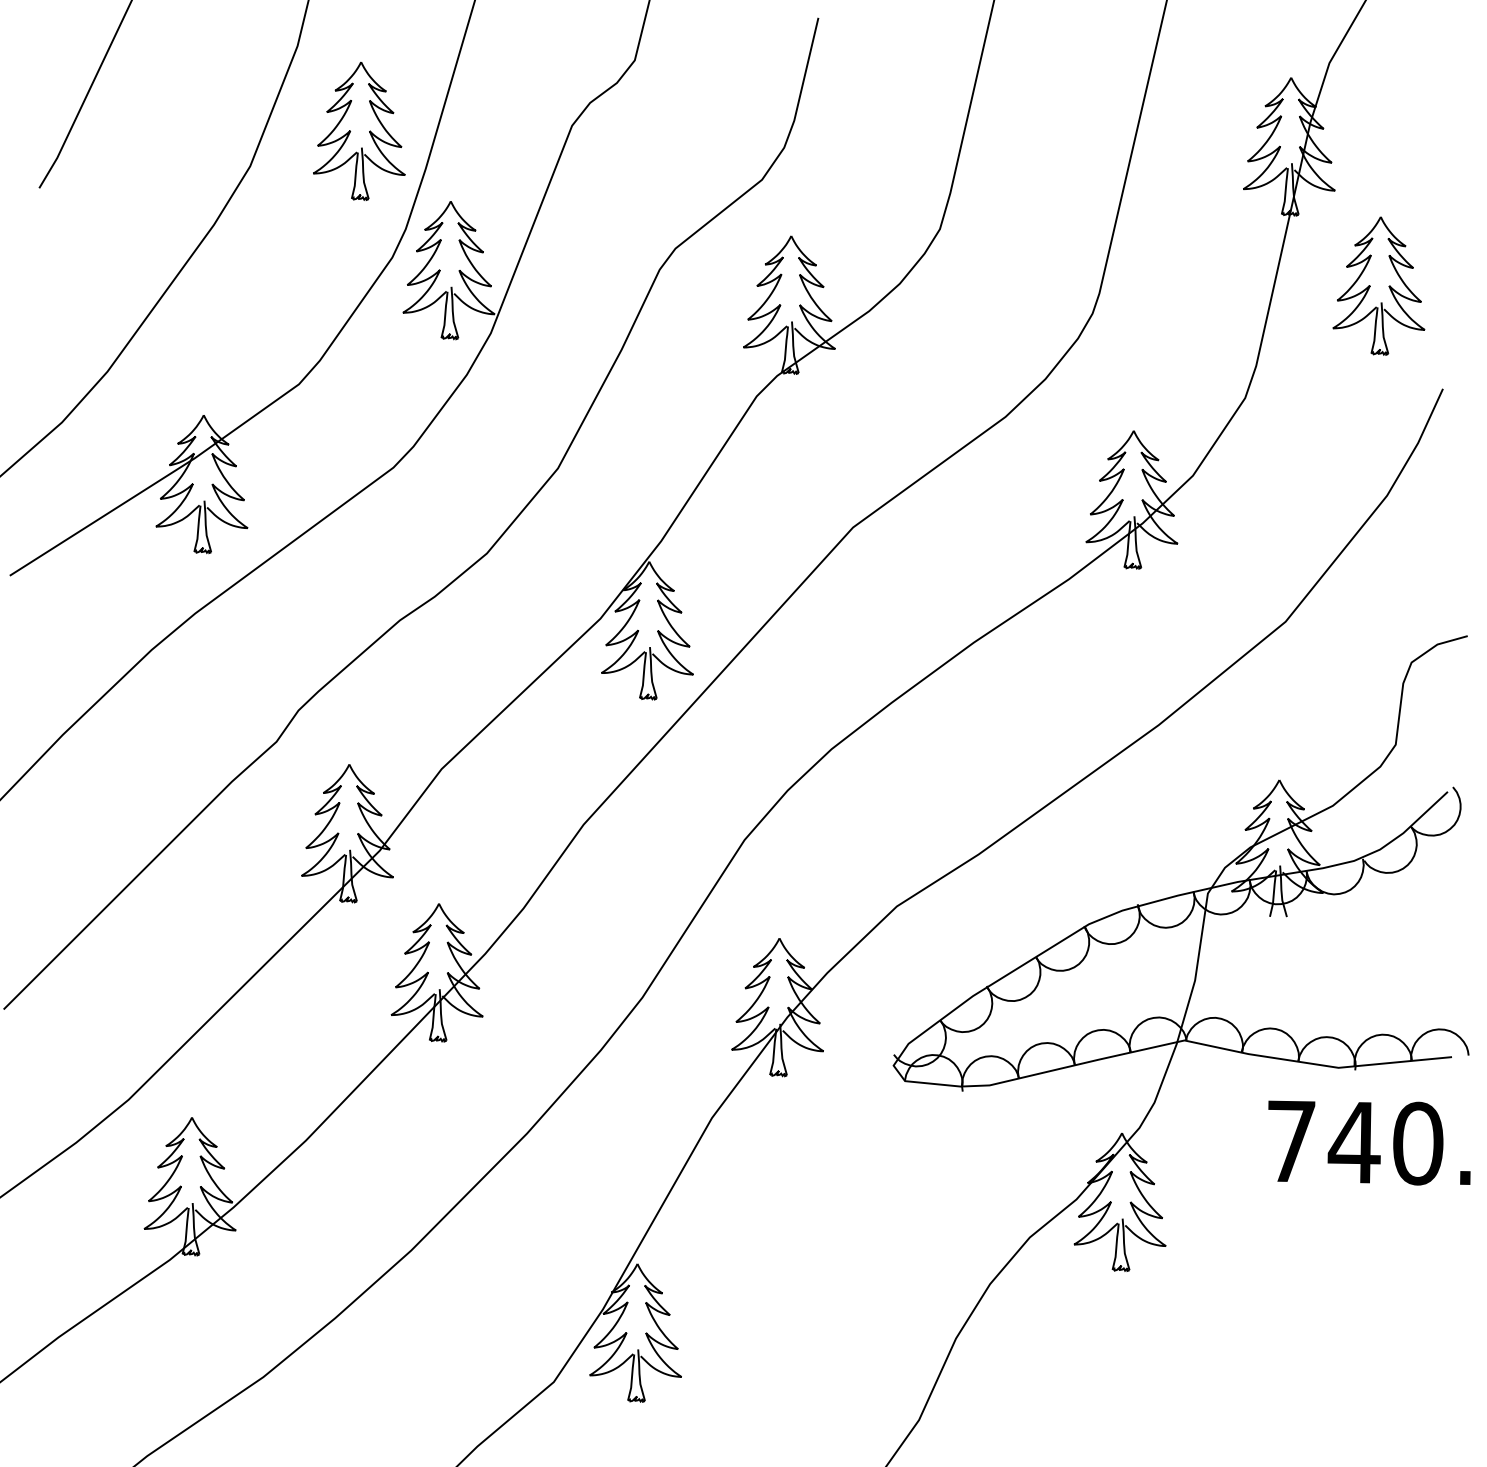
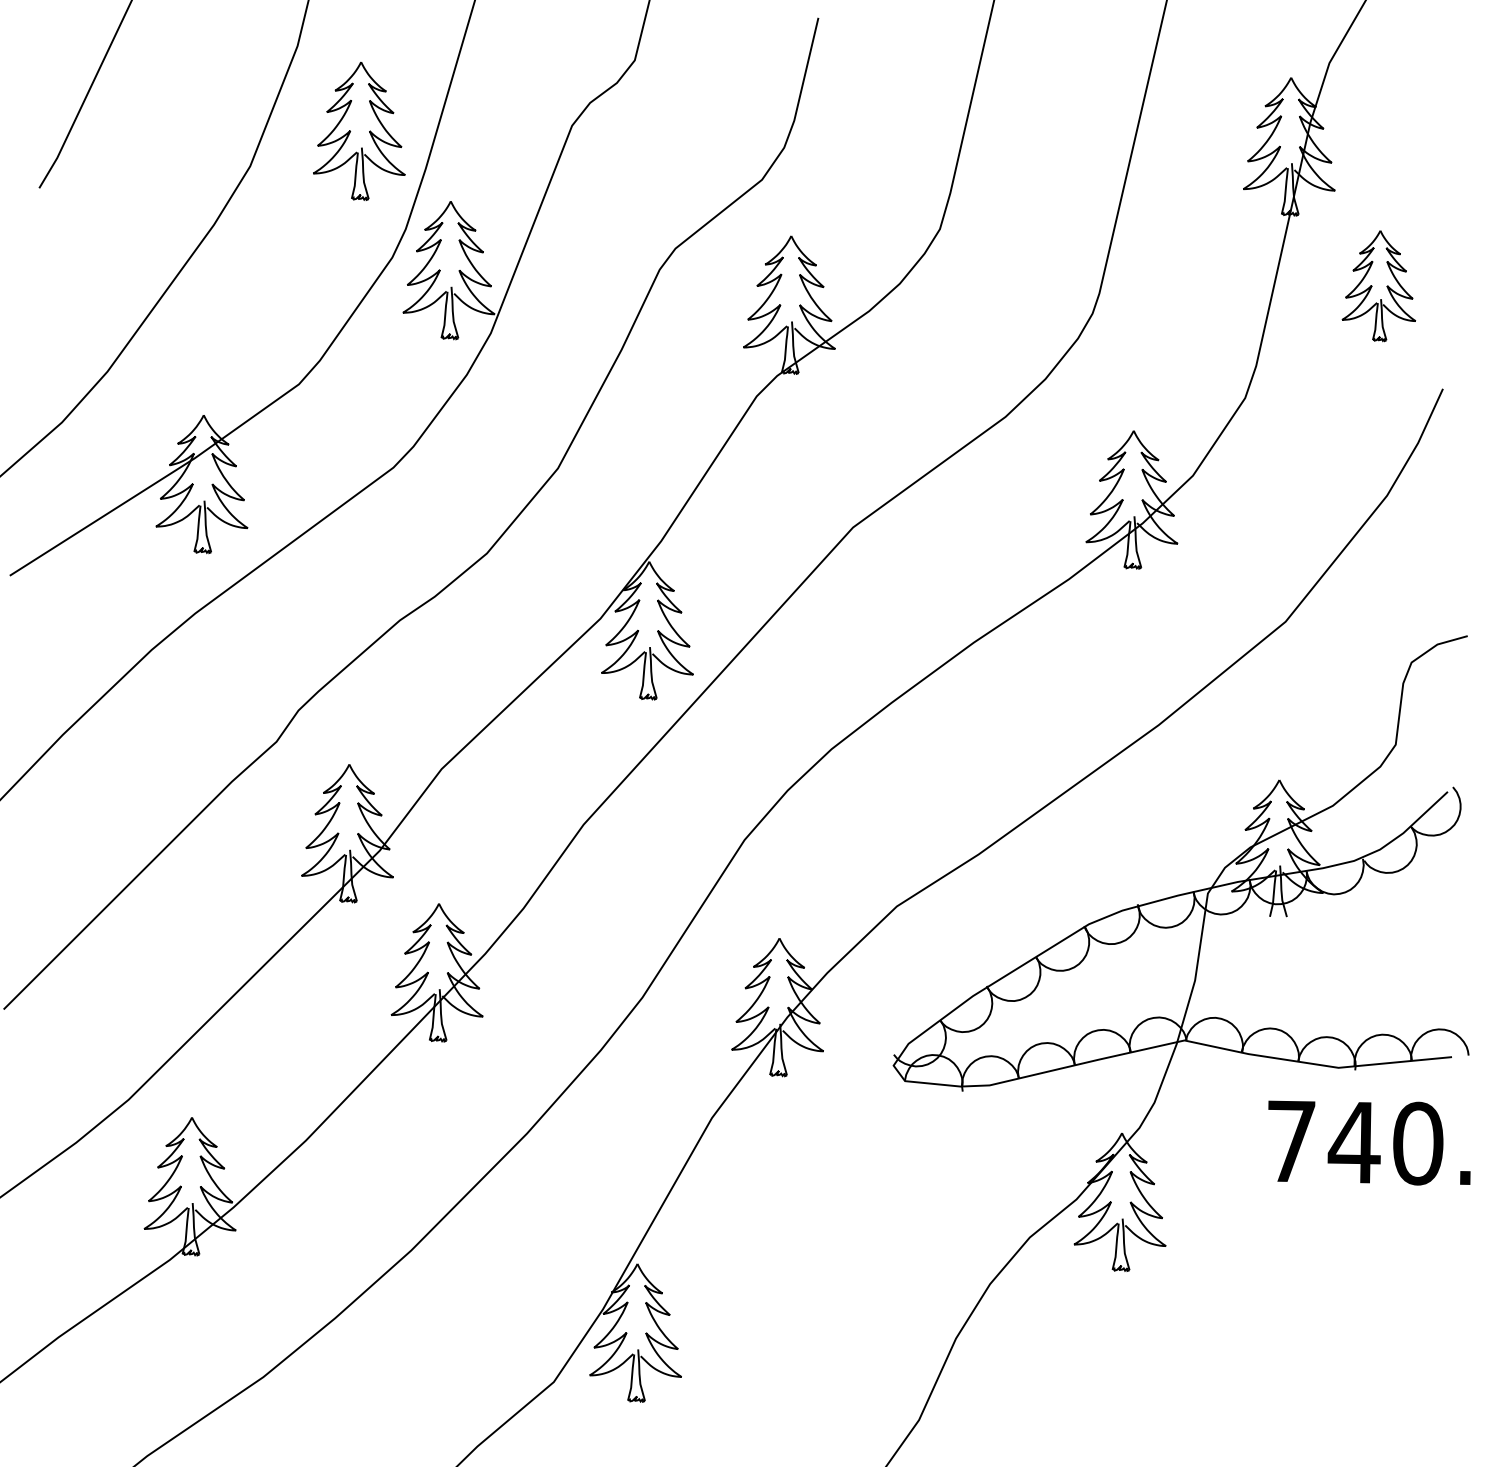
part at (1378, 285) size: 94x140 px -> 76x113 px
